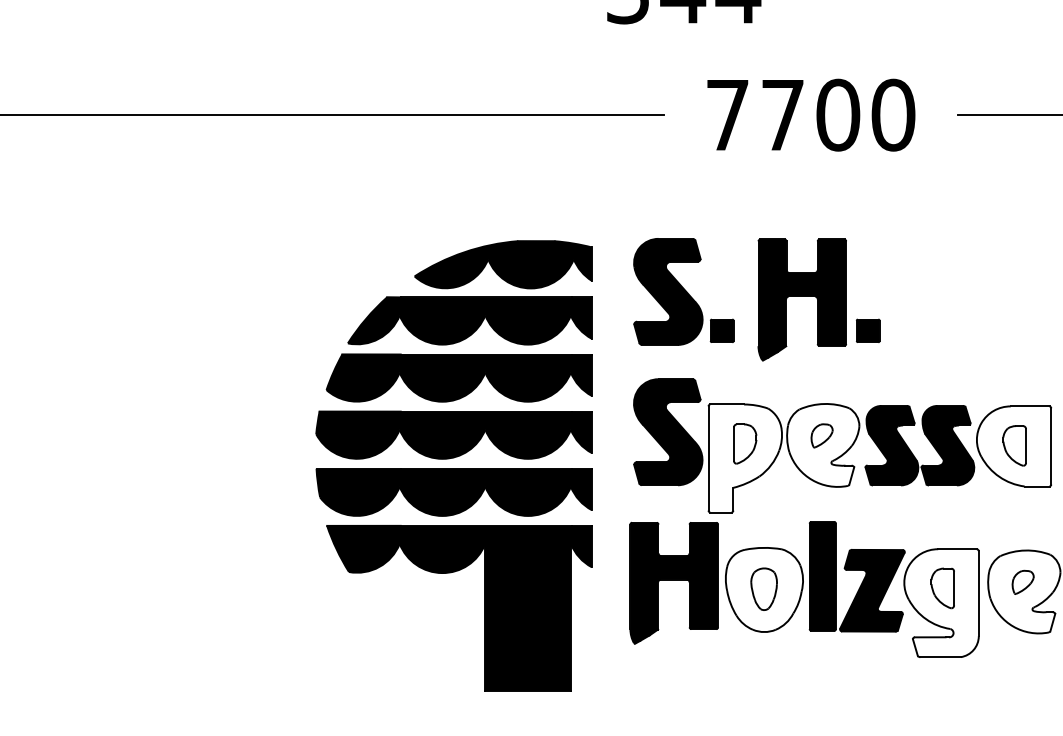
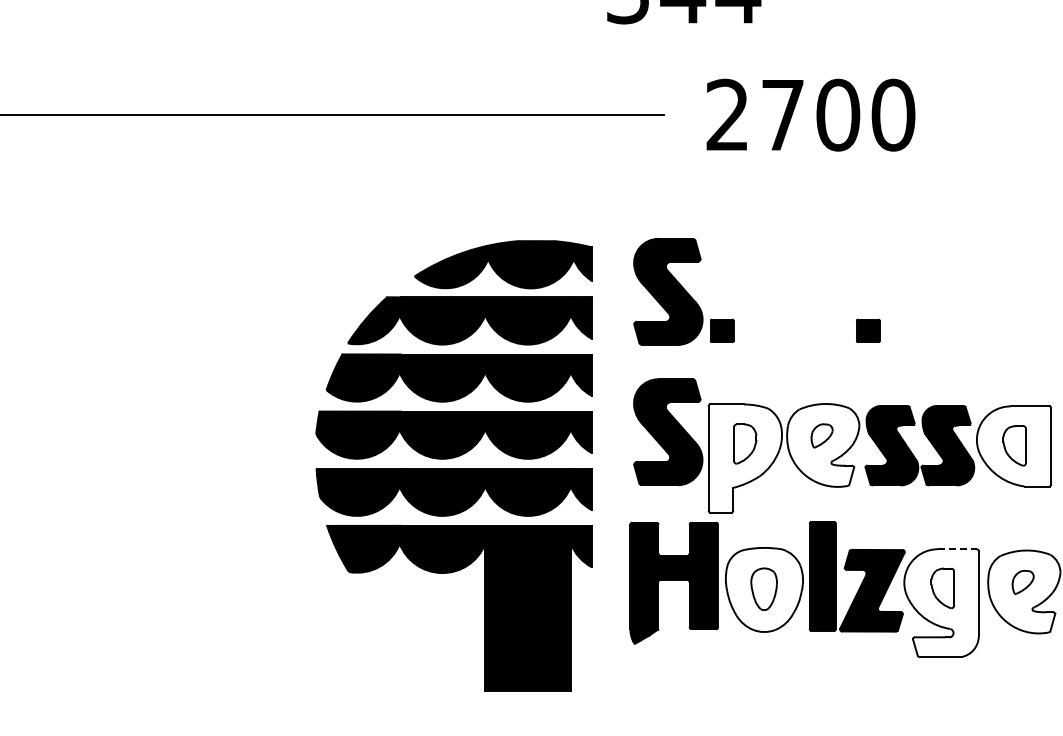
text at (727, 114): 7700 -> 2700
line at (1008, 115): present -> none
part at (801, 299): present -> none
line at (958, 549): solid -> dashed
